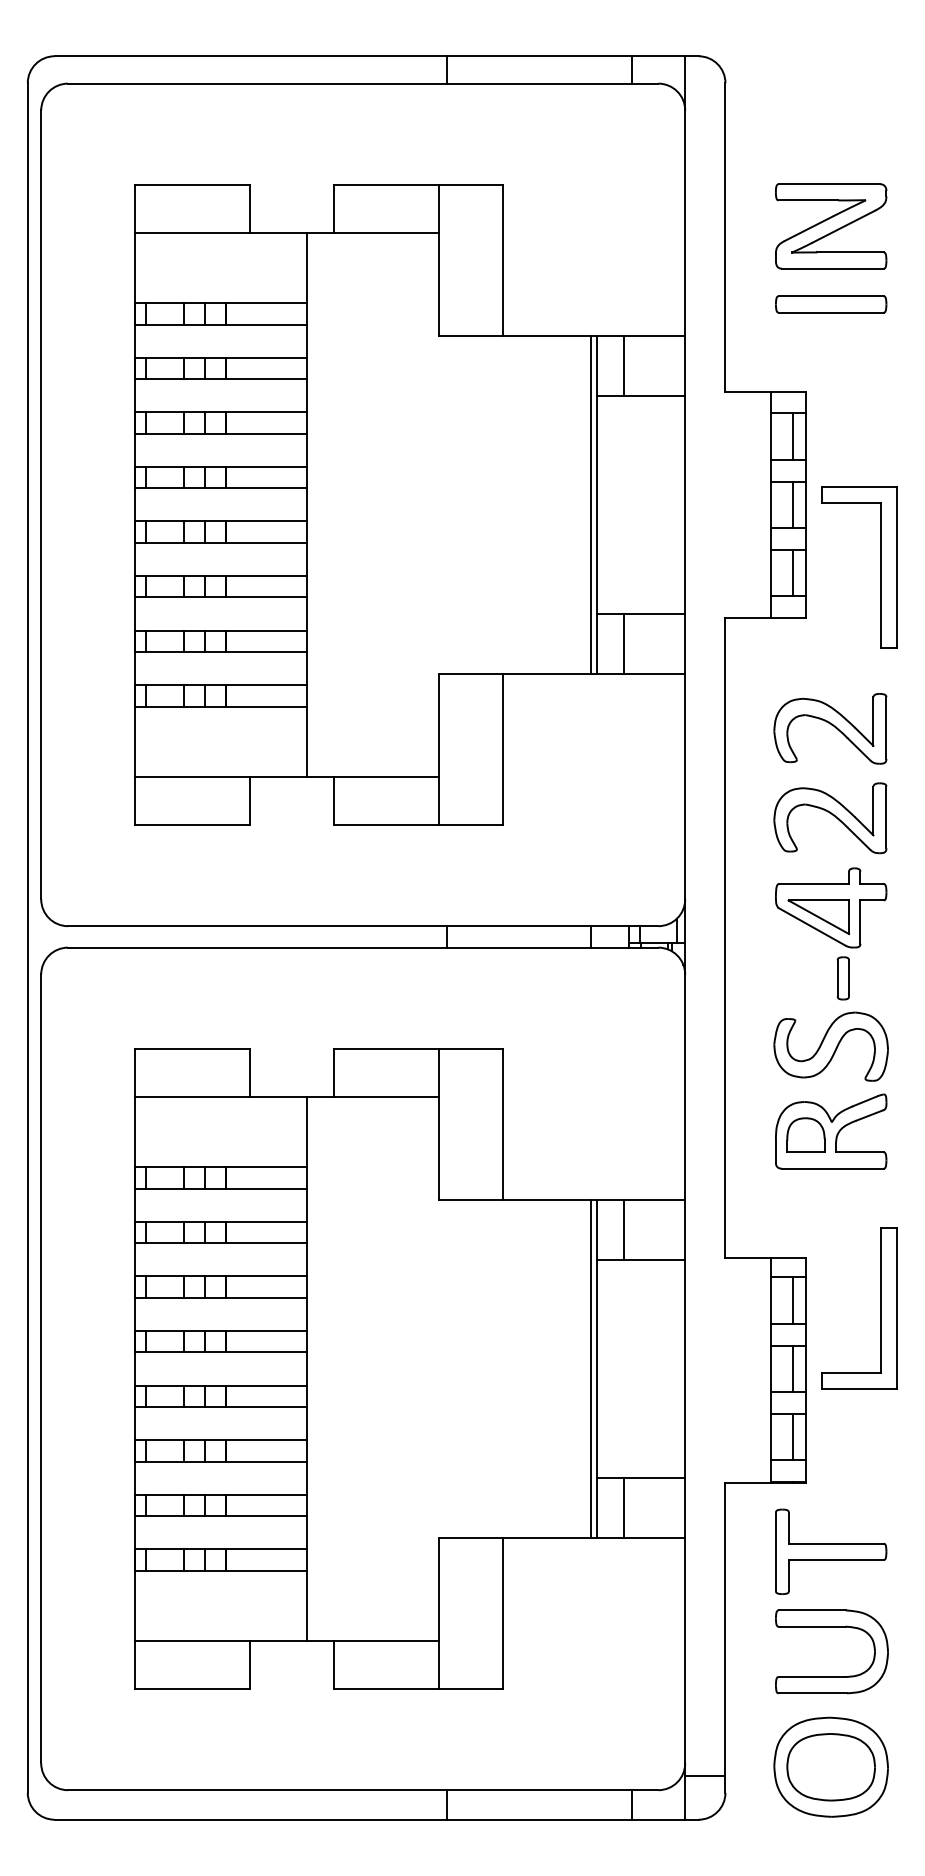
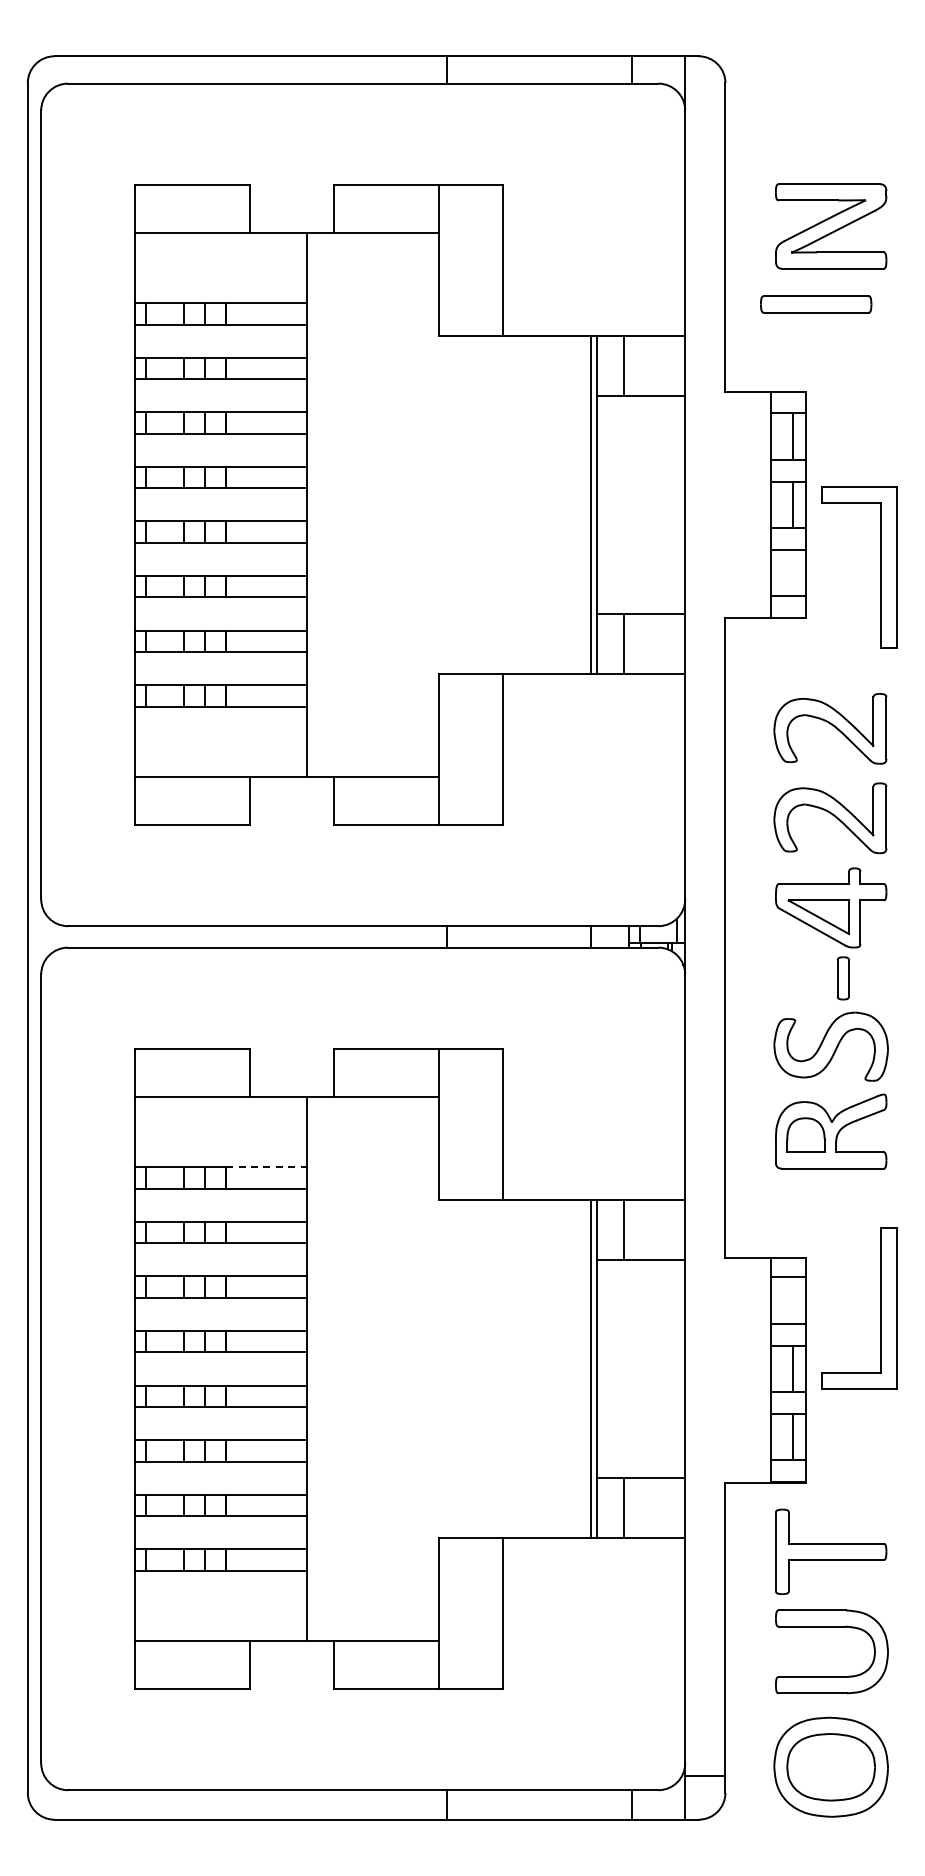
part at (831, 304) position: (831, 304) -> (816, 304)
line at (792, 572): present -> none
line at (267, 1167): solid -> dashed
line at (792, 1300): present -> none
